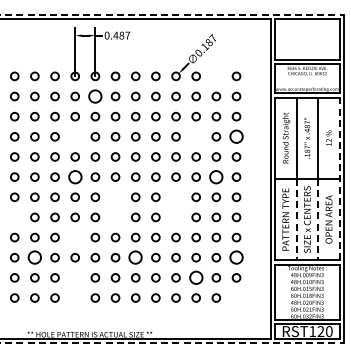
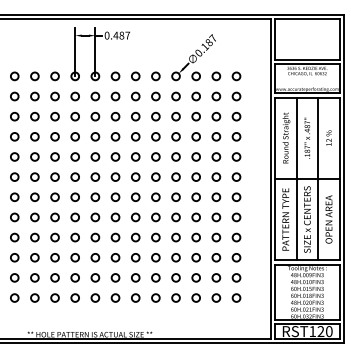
line at (171, 14): dashed -> solid
circle at (216, 76): none -> present
circle at (95, 96) size: 15x15 px -> 11x11 px
circle at (74, 136): none -> present
circle at (195, 136): none -> present
circle at (236, 136) size: 15x15 px -> 11x10 px
circle at (75, 177) size: 15x15 px -> 10x10 px
circle at (216, 177) size: 15x15 px -> 11x10 px
line at (339, 178): dashed -> solid
circle at (115, 196): none -> present
circle at (175, 196): none -> present
circle at (14, 217): none -> present
circle at (115, 217): none -> present
circle at (175, 217): none -> present
line at (296, 219): dashed -> solid
line at (318, 219): dashed -> solid
circle at (74, 237): none -> present
circle at (34, 257) size: 15x15 px -> 10x10 px
circle at (135, 257) size: 15x15 px -> 10x10 px
circle at (236, 257) size: 15x15 px -> 11x10 px
circle at (74, 277): none -> present
circle at (196, 277) size: 15x15 px -> 10x10 px
circle at (74, 297): none -> present
circle at (236, 297): none -> present
line at (171, 343): dashed -> solid
